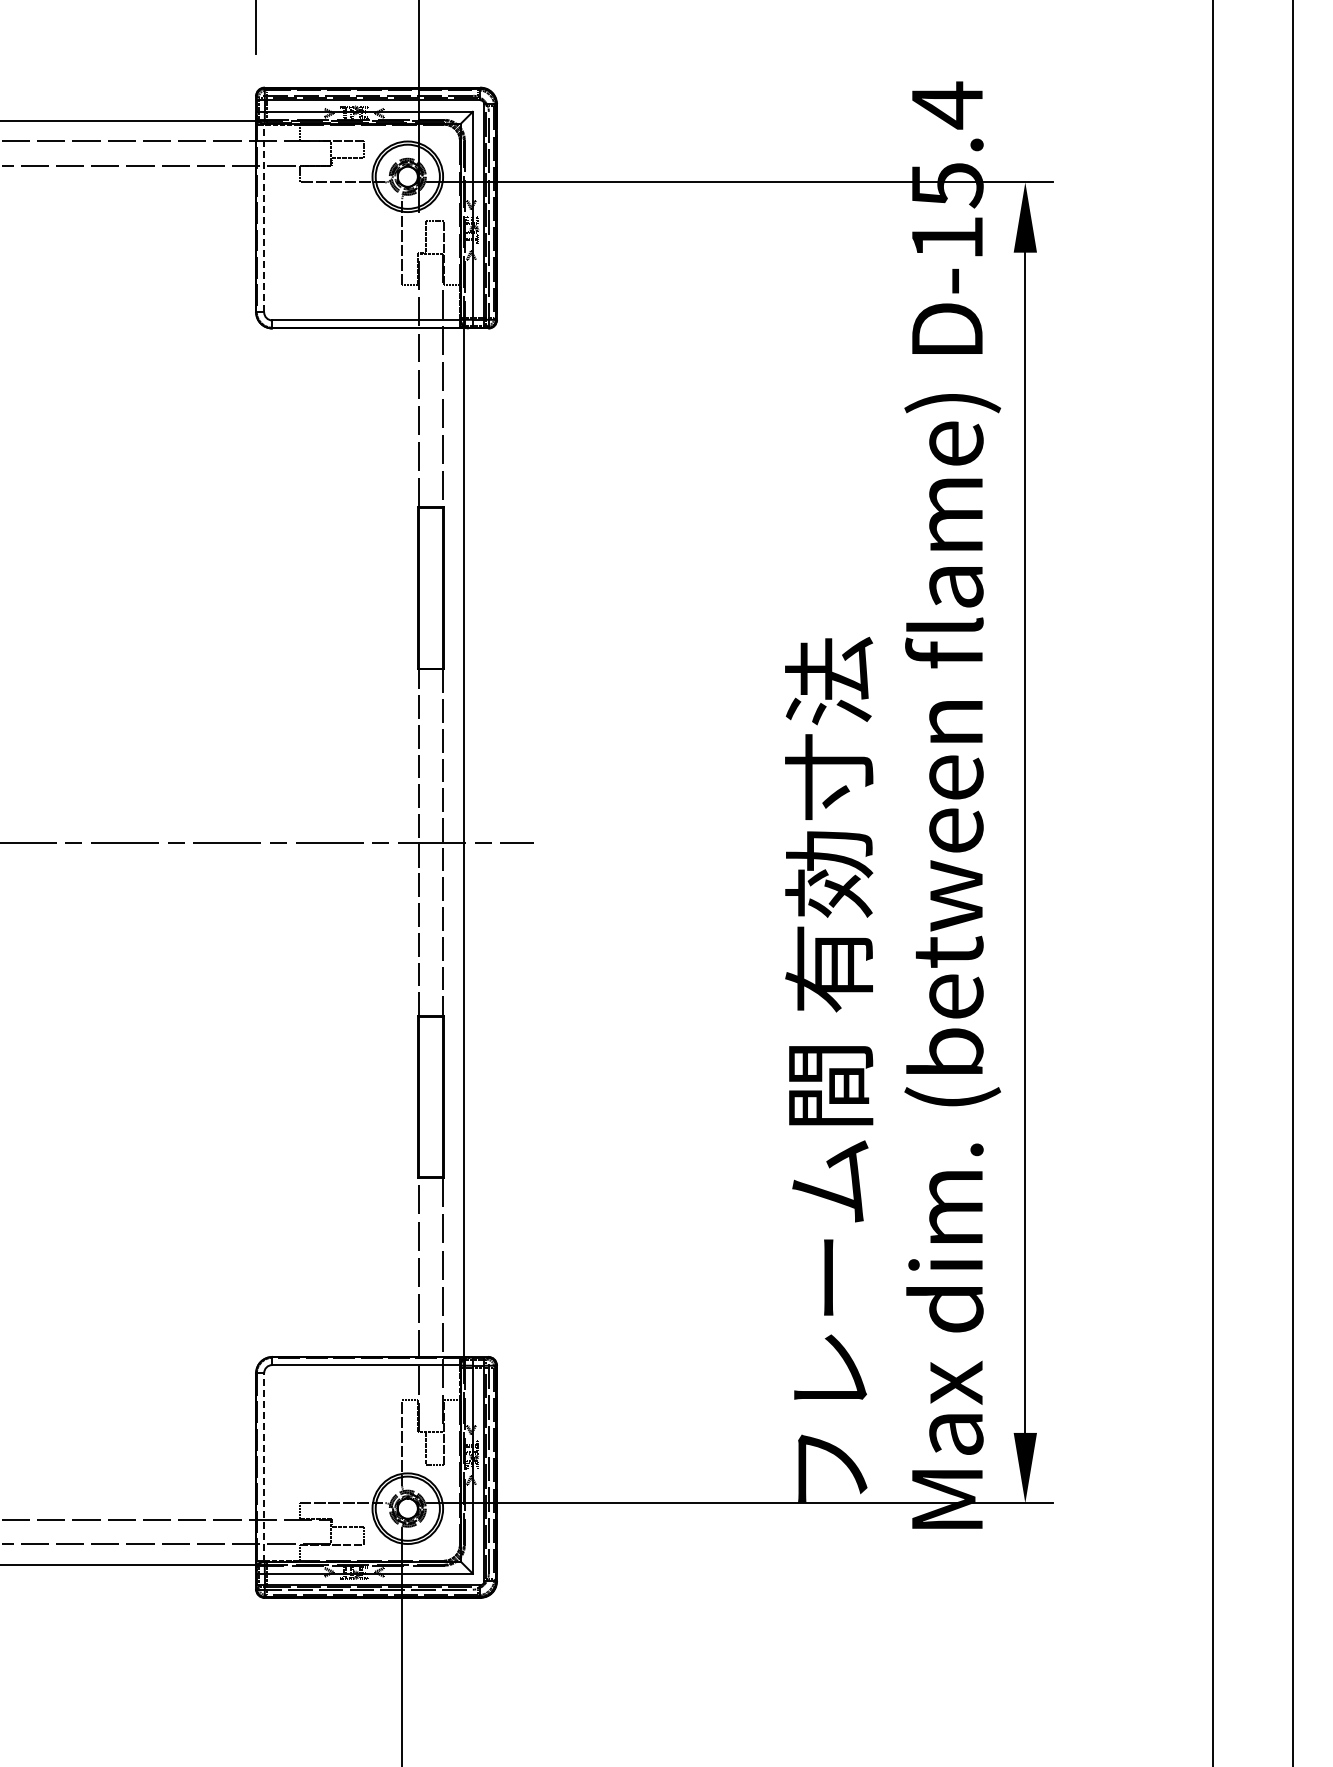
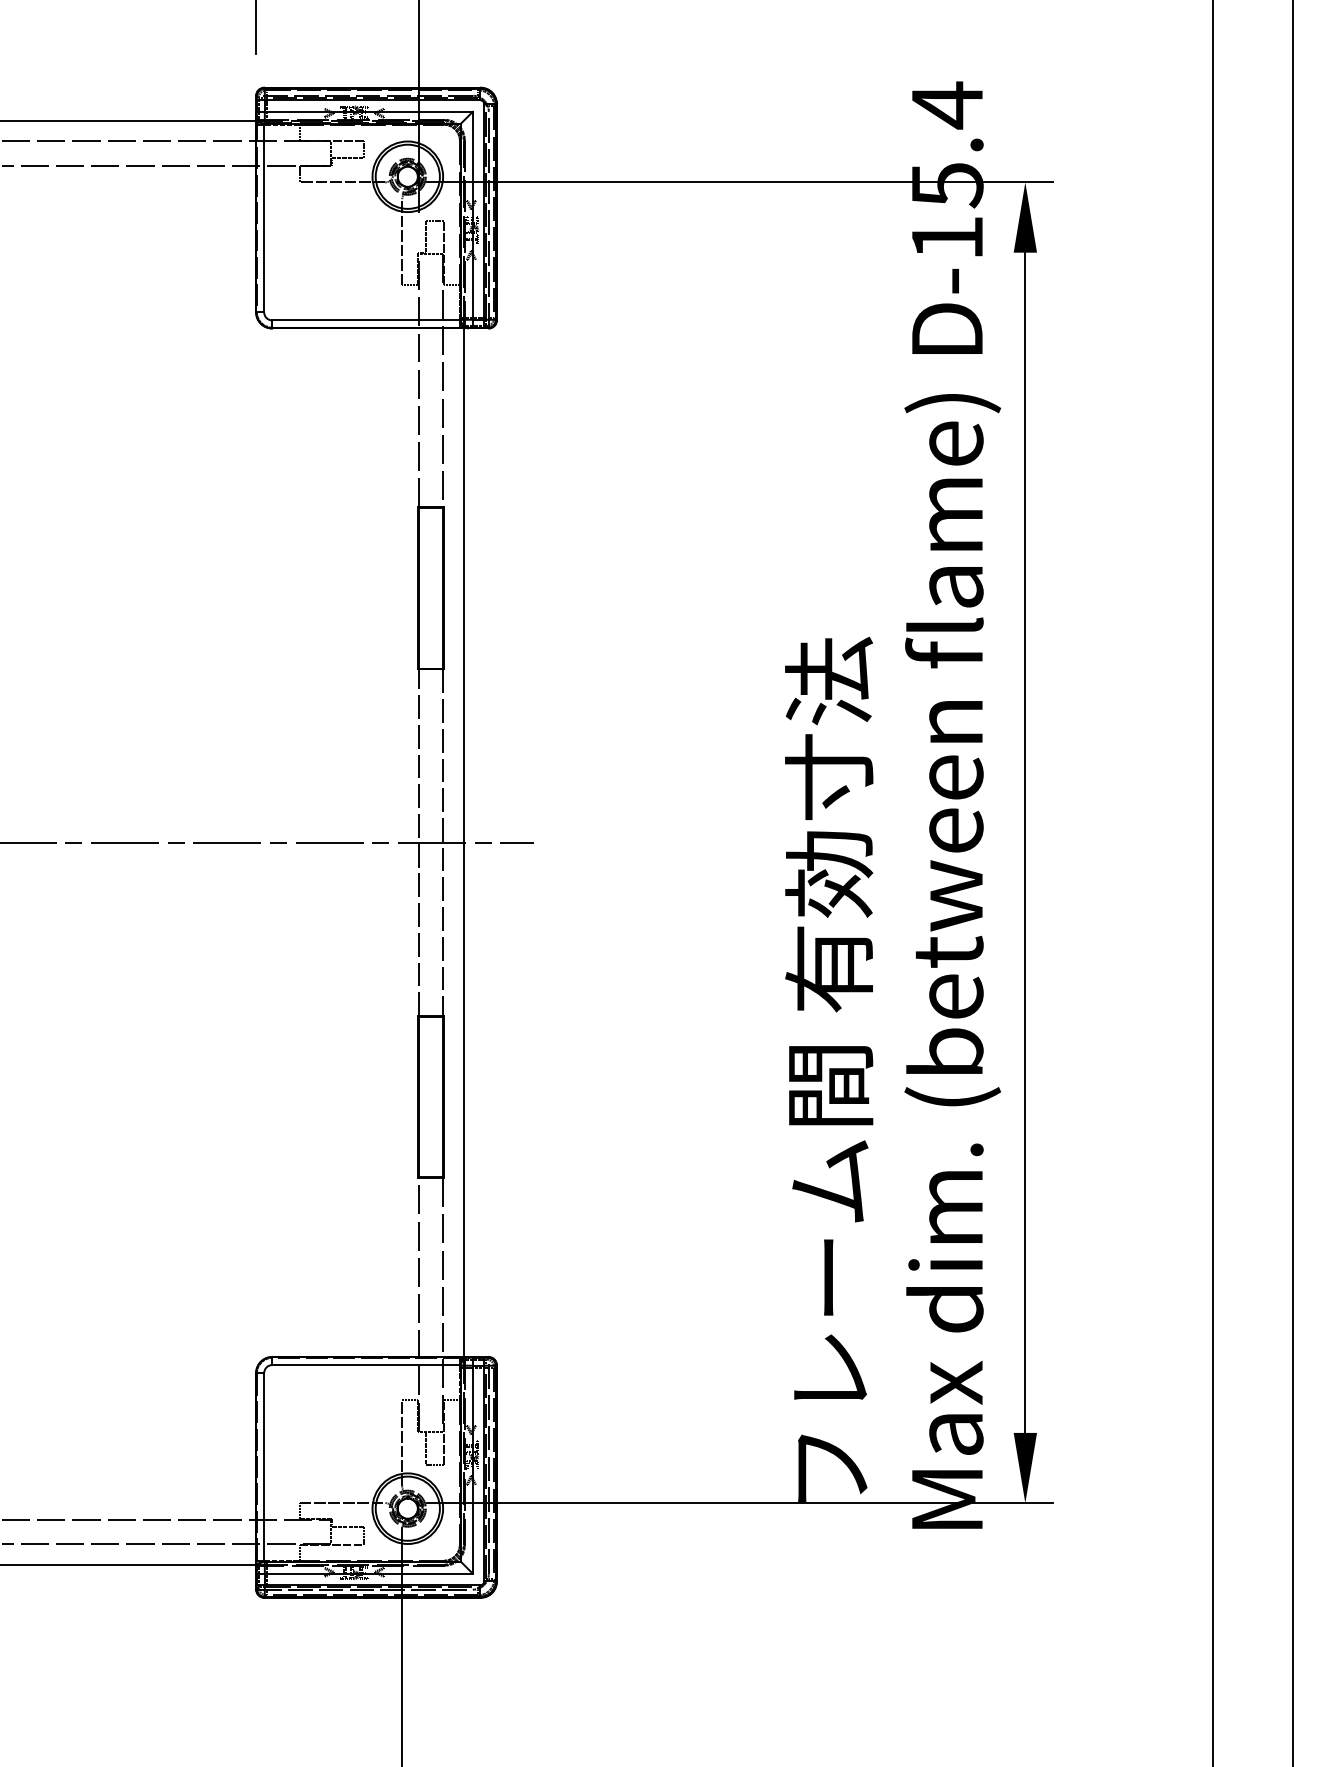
line at (264, 217): dashed -> solid
line at (264, 1466): dashed -> solid
